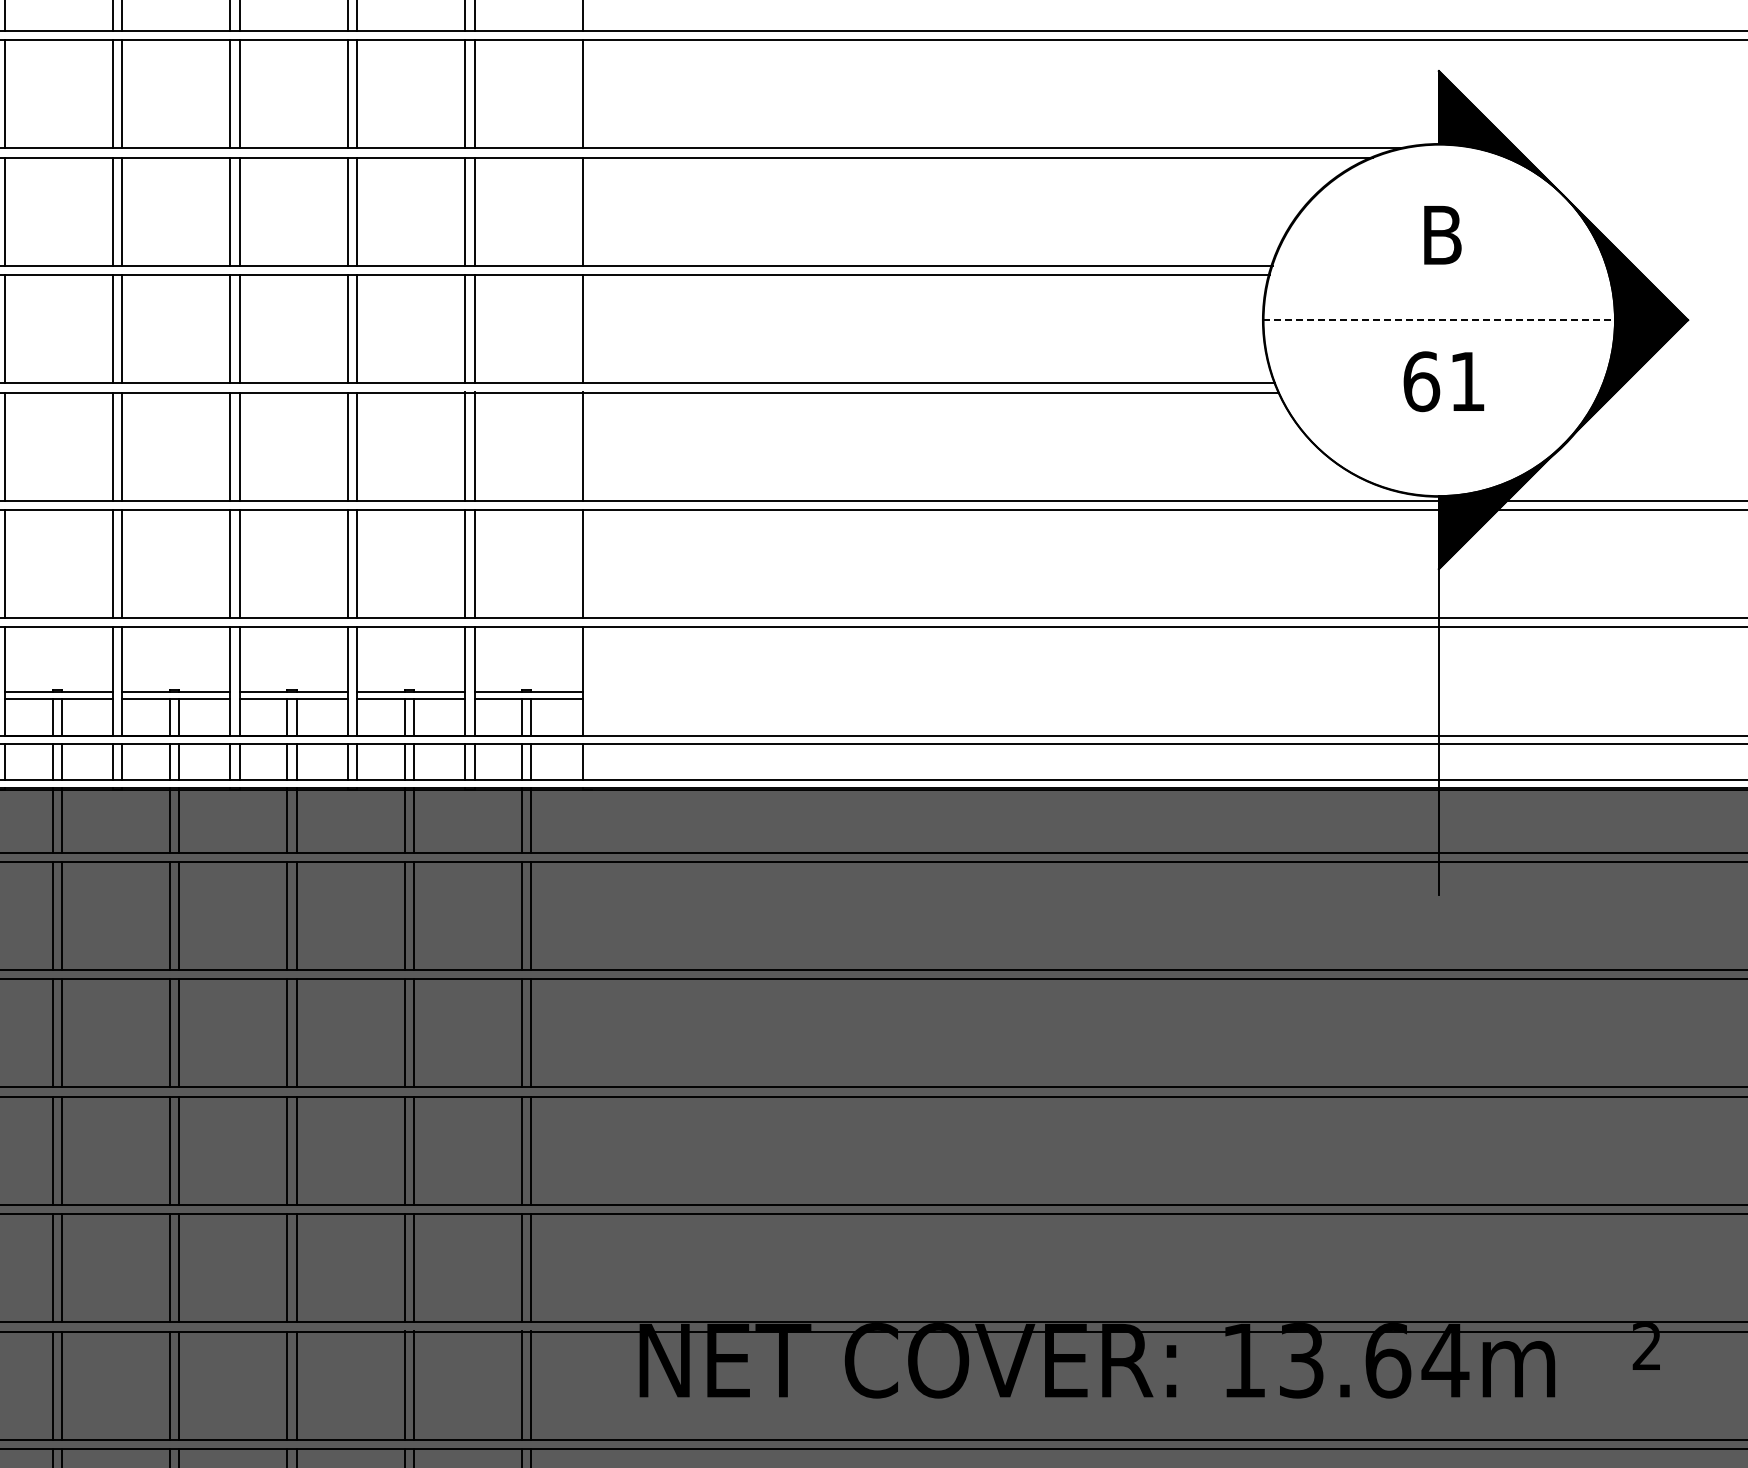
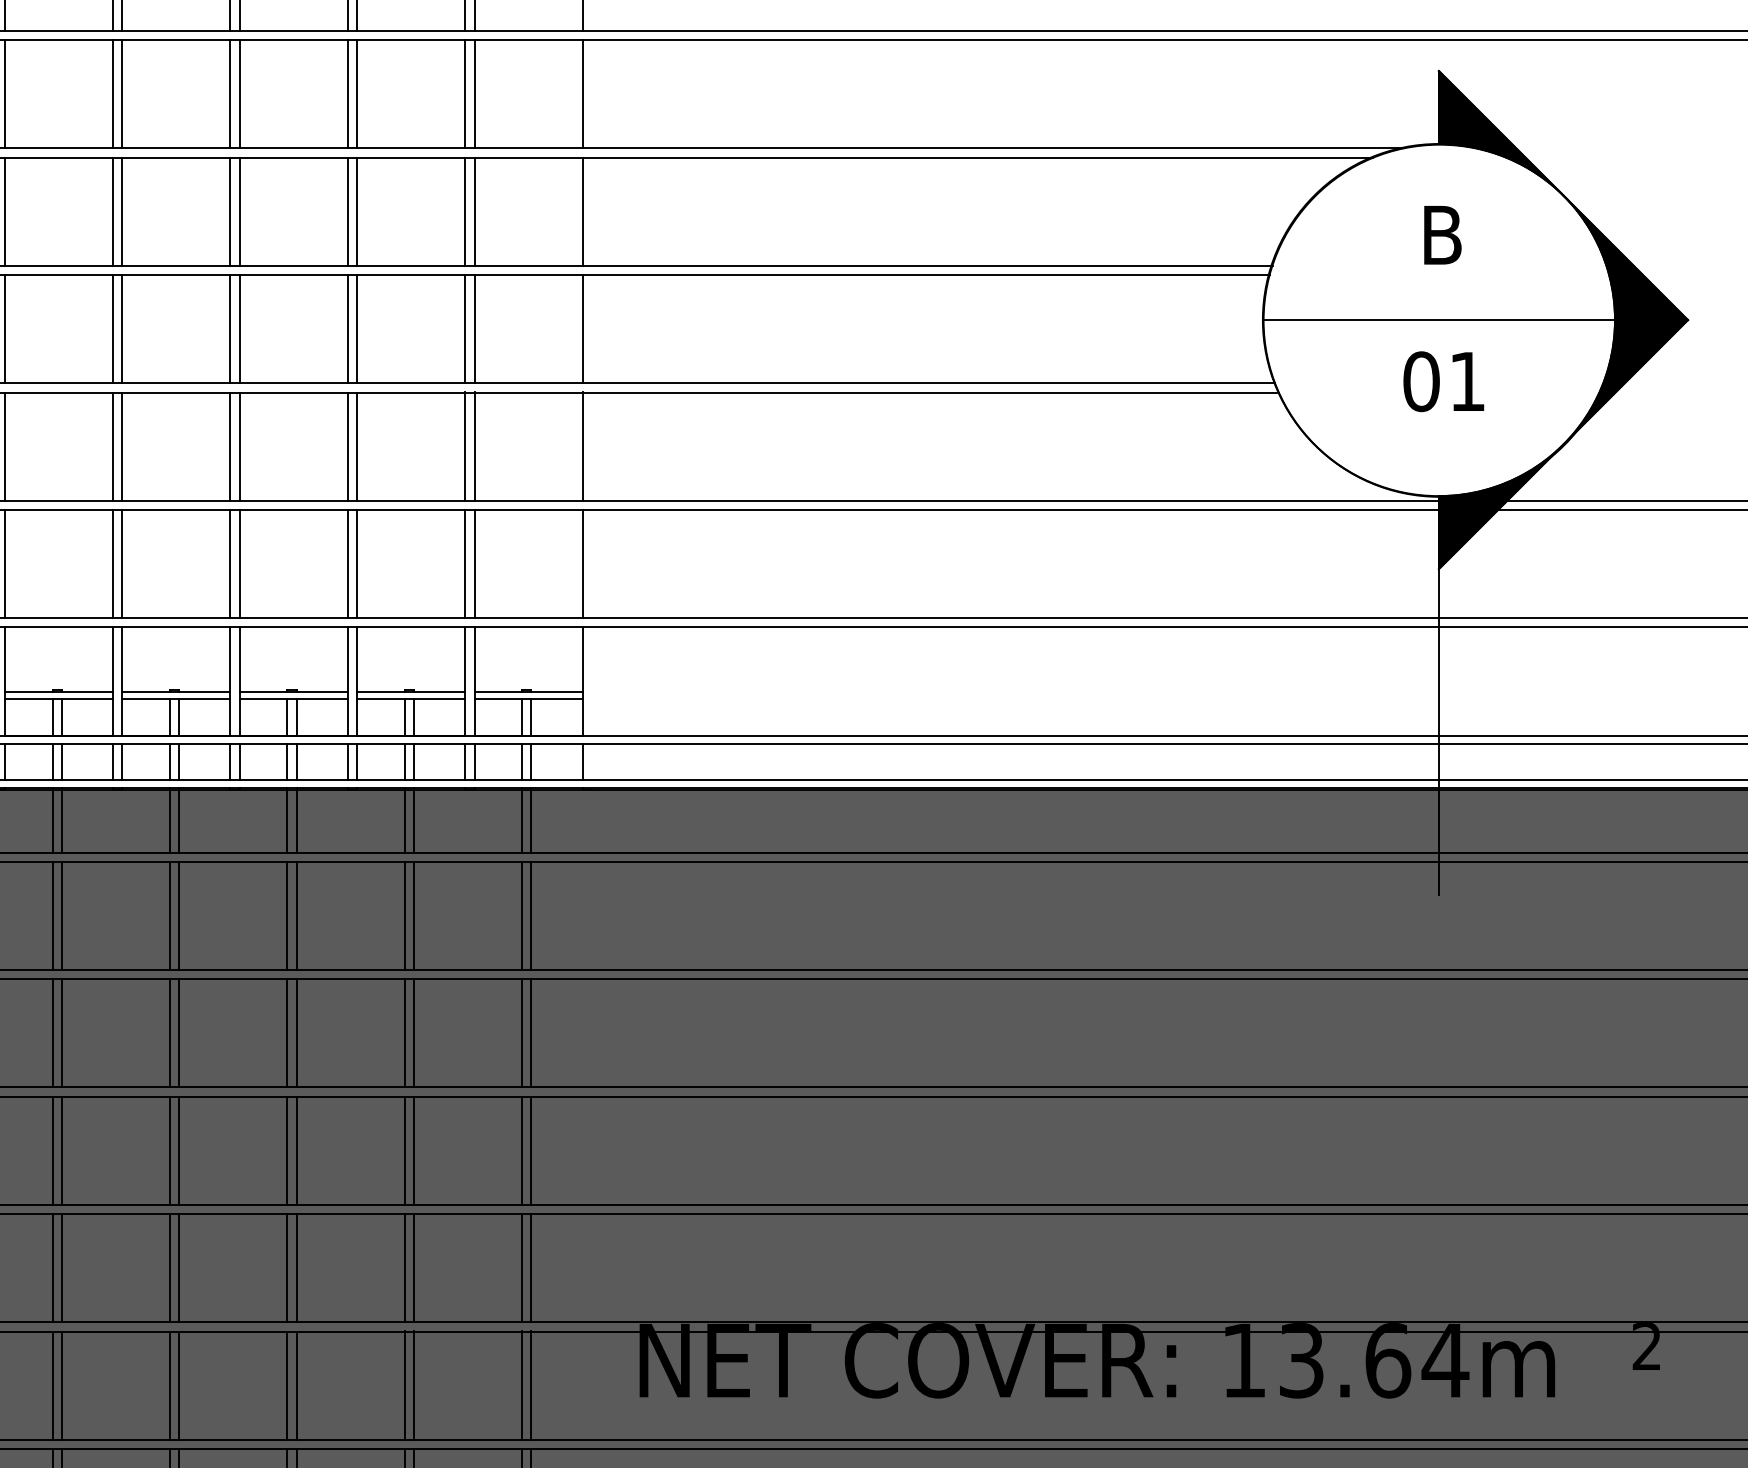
line at (1439, 320): dashed -> solid
text at (1421, 381): 61 -> 01
